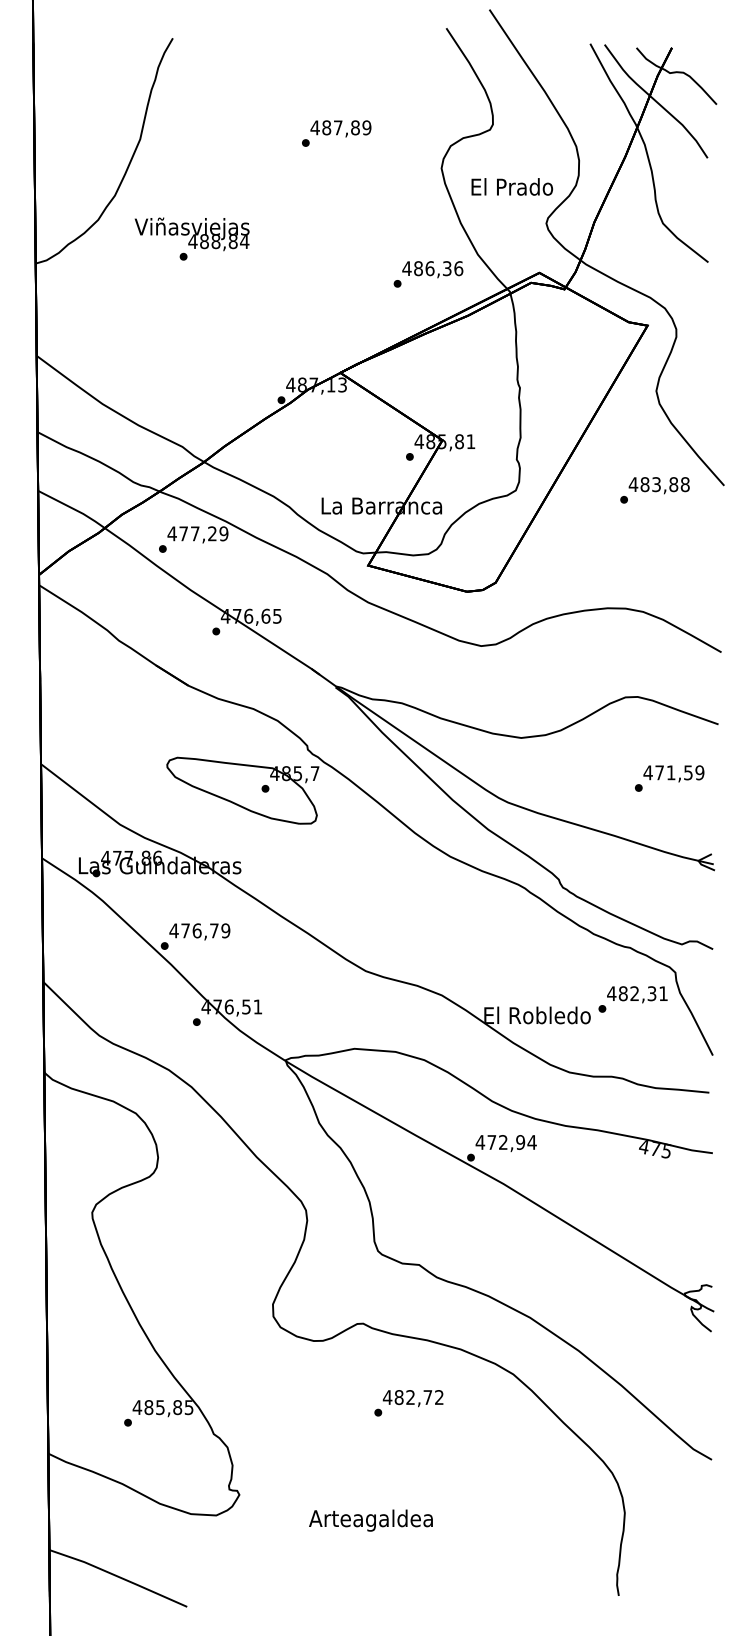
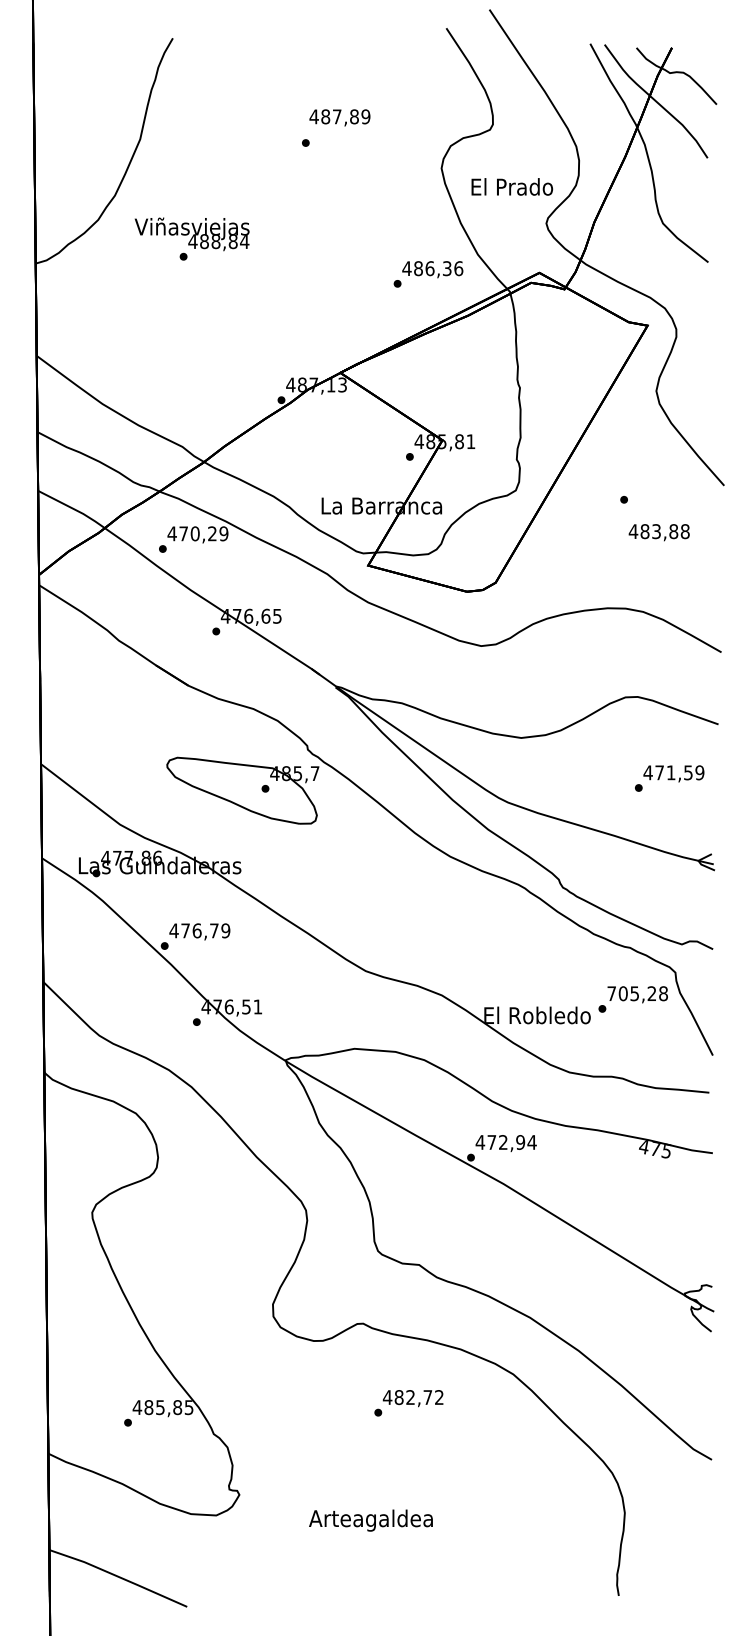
text at (340, 128) position: (340, 128) -> (339, 117)
text at (658, 485) position: (658, 485) -> (658, 532)
text at (194, 533): 477,29 -> 470,29
text at (637, 993): 482,31 -> 705,28
